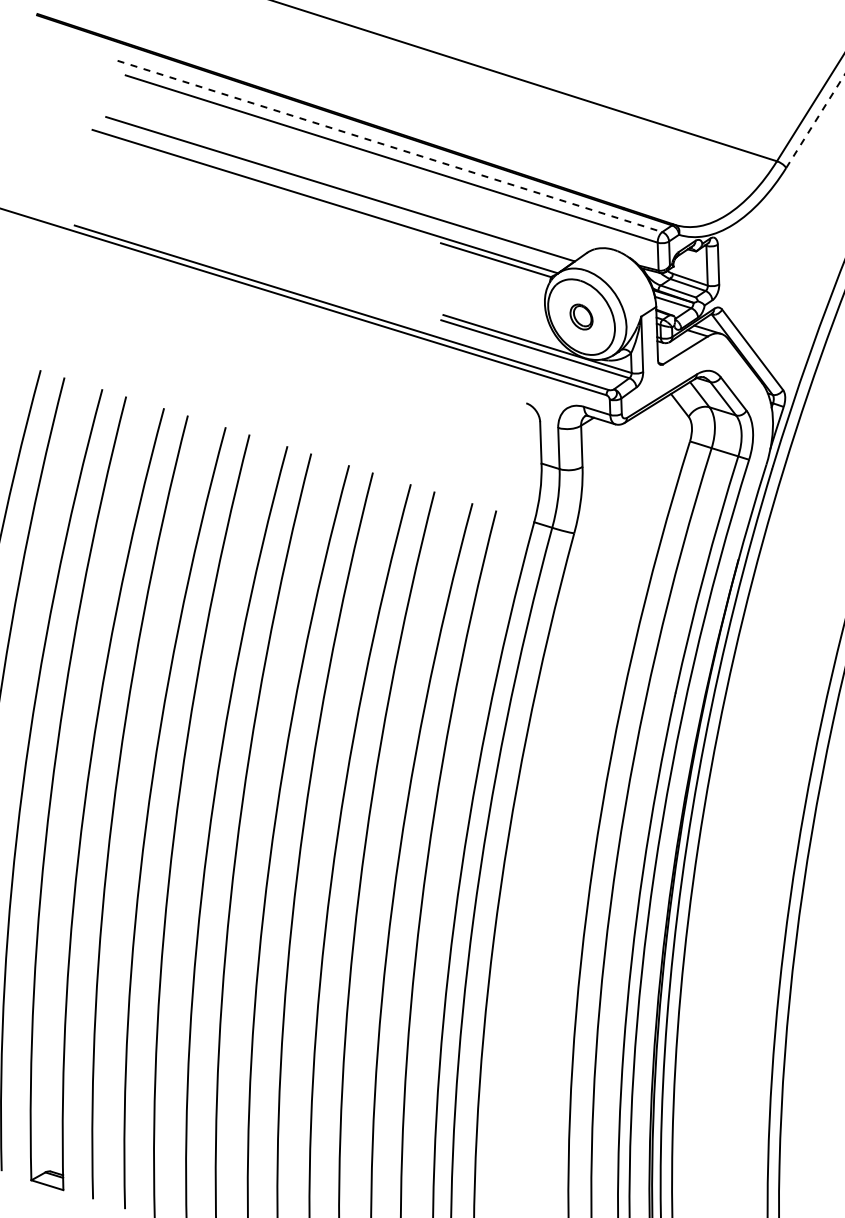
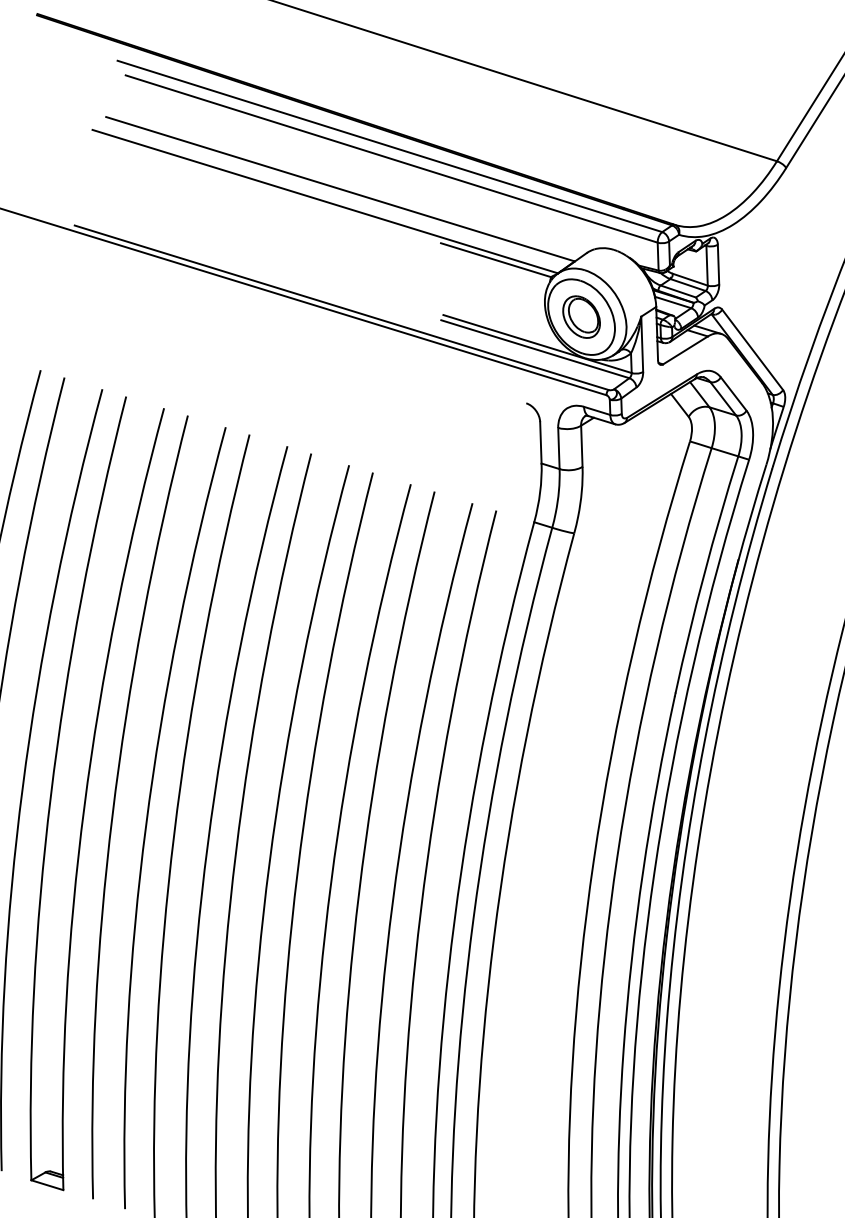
line at (815, 121): dashed -> solid
line at (390, 146): dashed -> solid
part at (581, 316) size: 25x28 px -> 39x44 px
